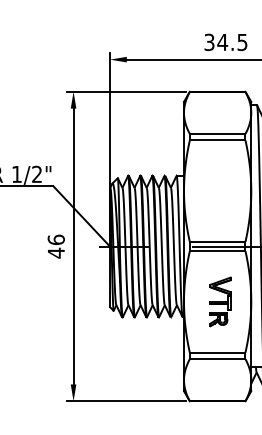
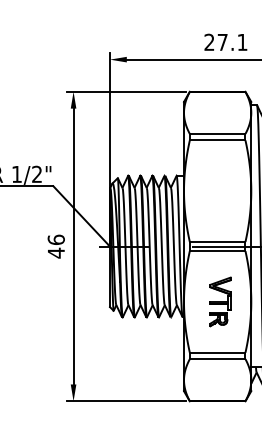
text at (225, 42): 34.5 -> 27.1
